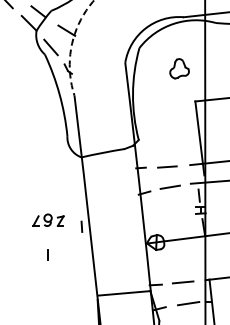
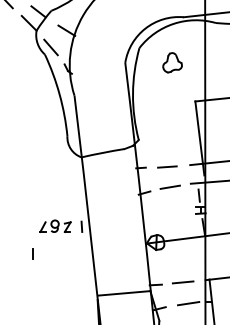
arc at (71, 44): dashed -> solid
part at (179, 68) position: (179, 68) -> (172, 62)
part at (48, 219) position: (48, 219) -> (55, 225)
line at (47, 254) position: (47, 254) -> (32, 253)
